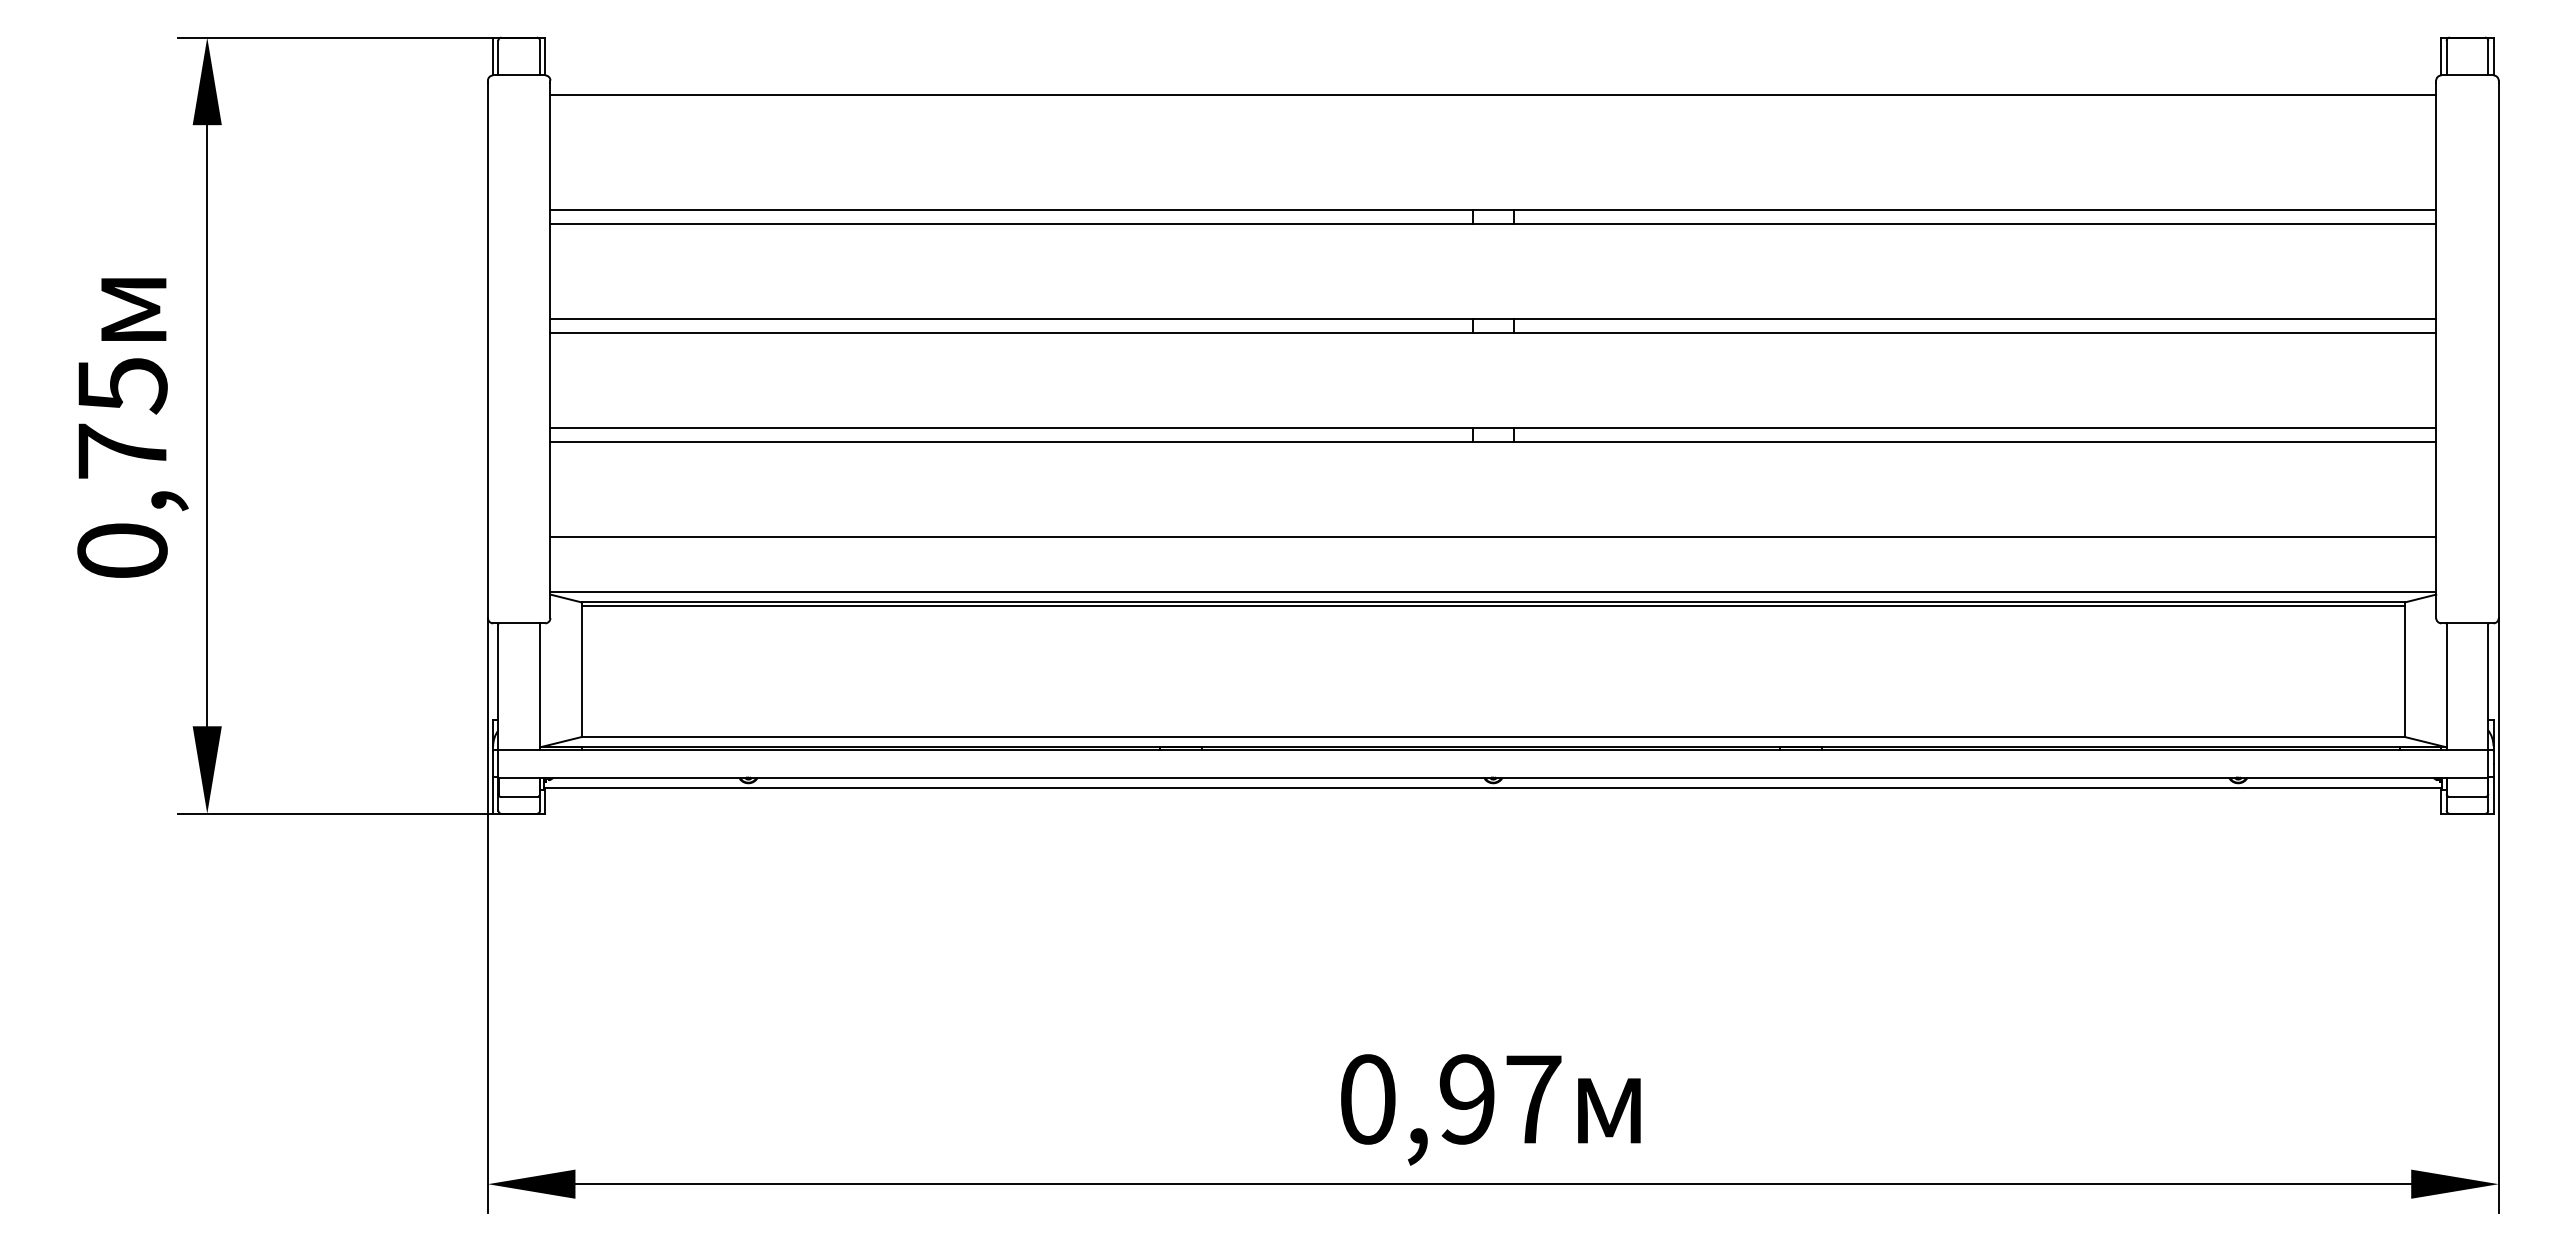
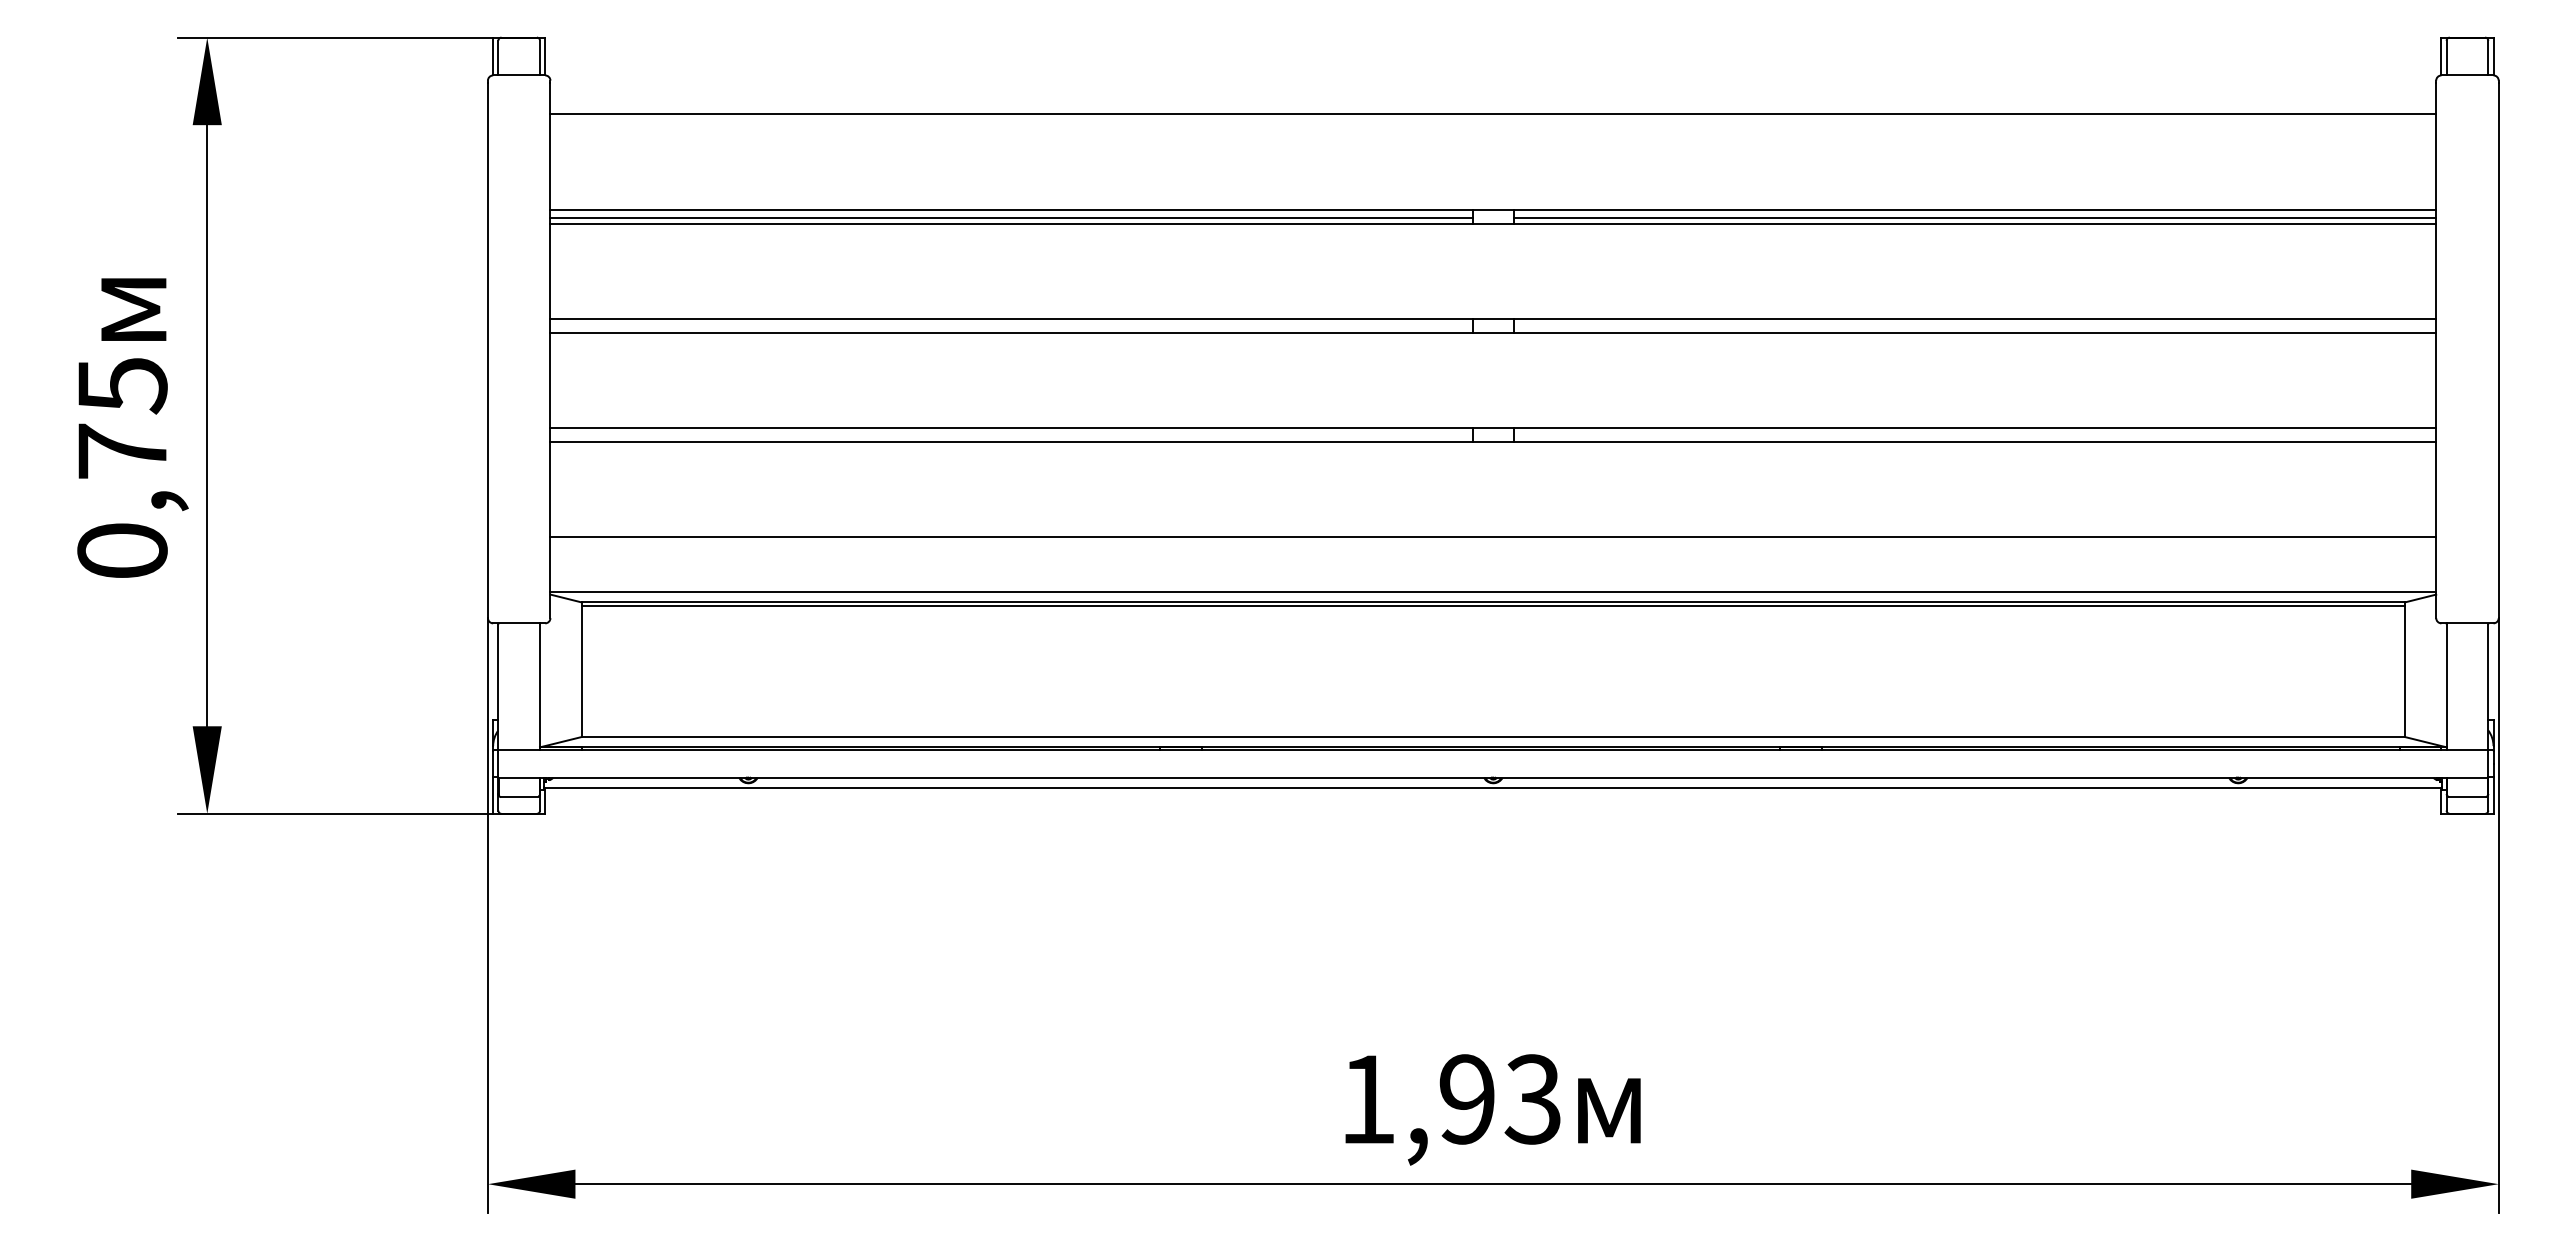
line at (1493, 95) position: (1493, 95) -> (1493, 114)
line at (1011, 218): none -> present
line at (1975, 218): none -> present
text at (1451, 1099): 0,97 -> 1,93
